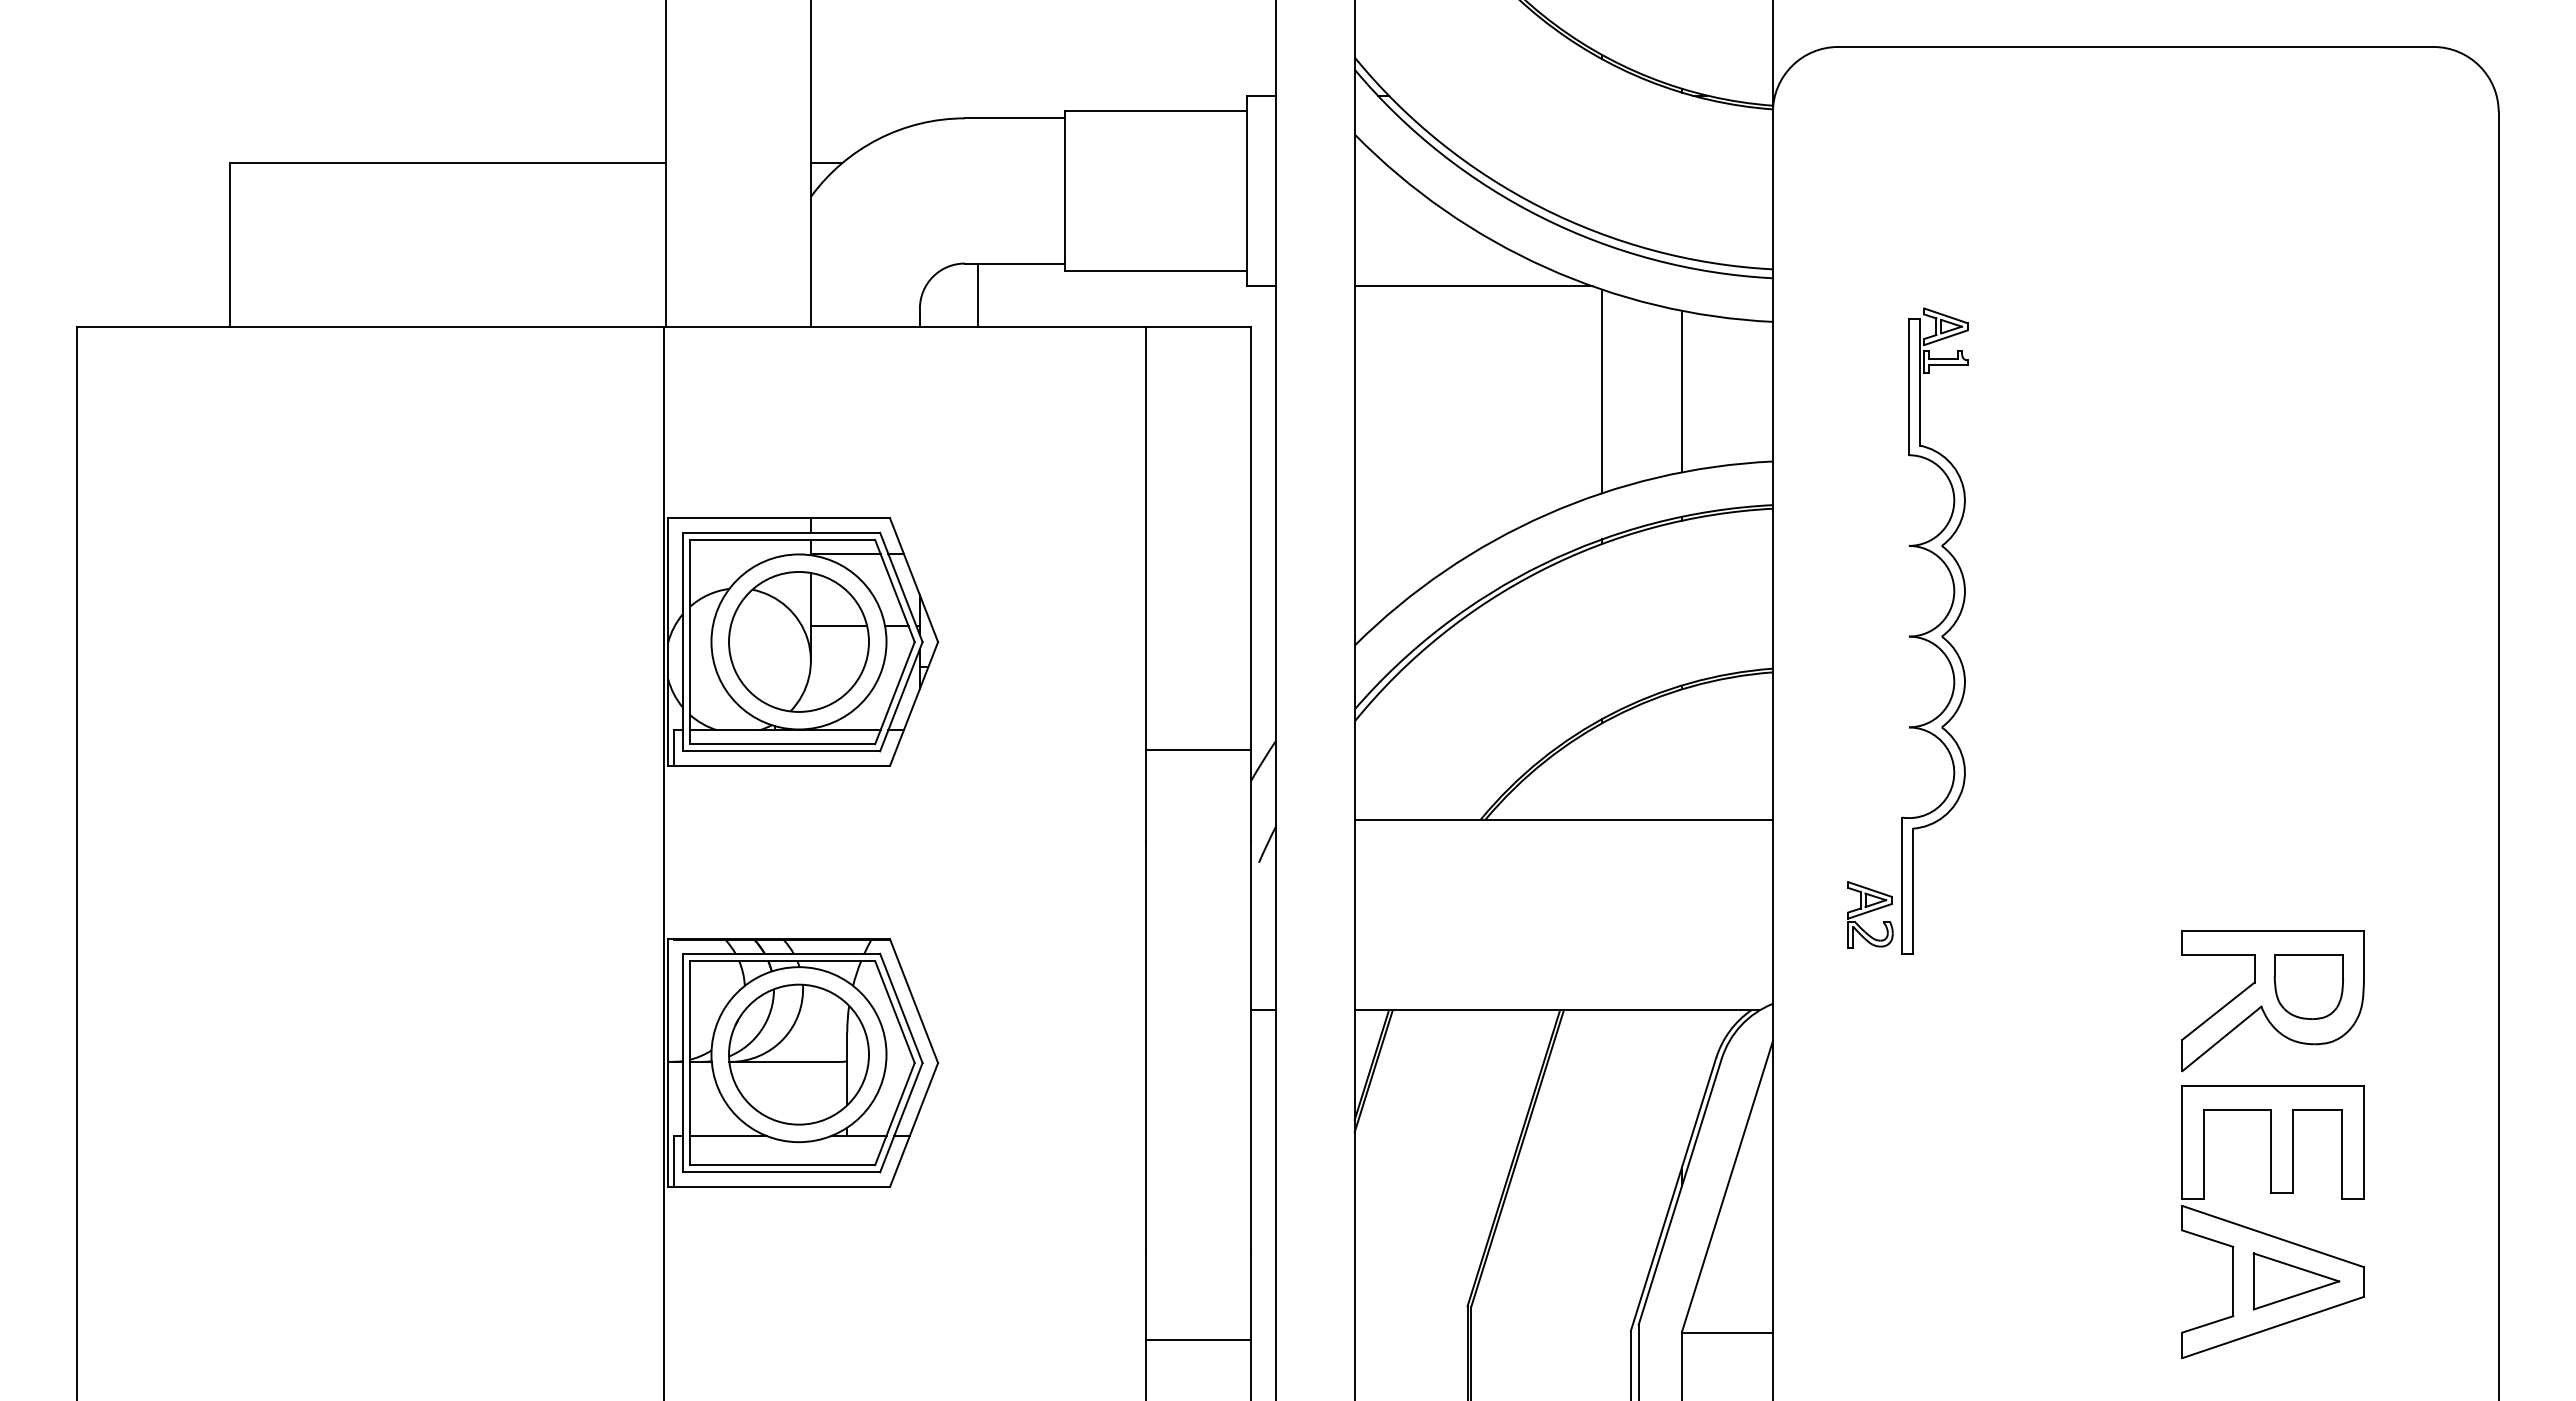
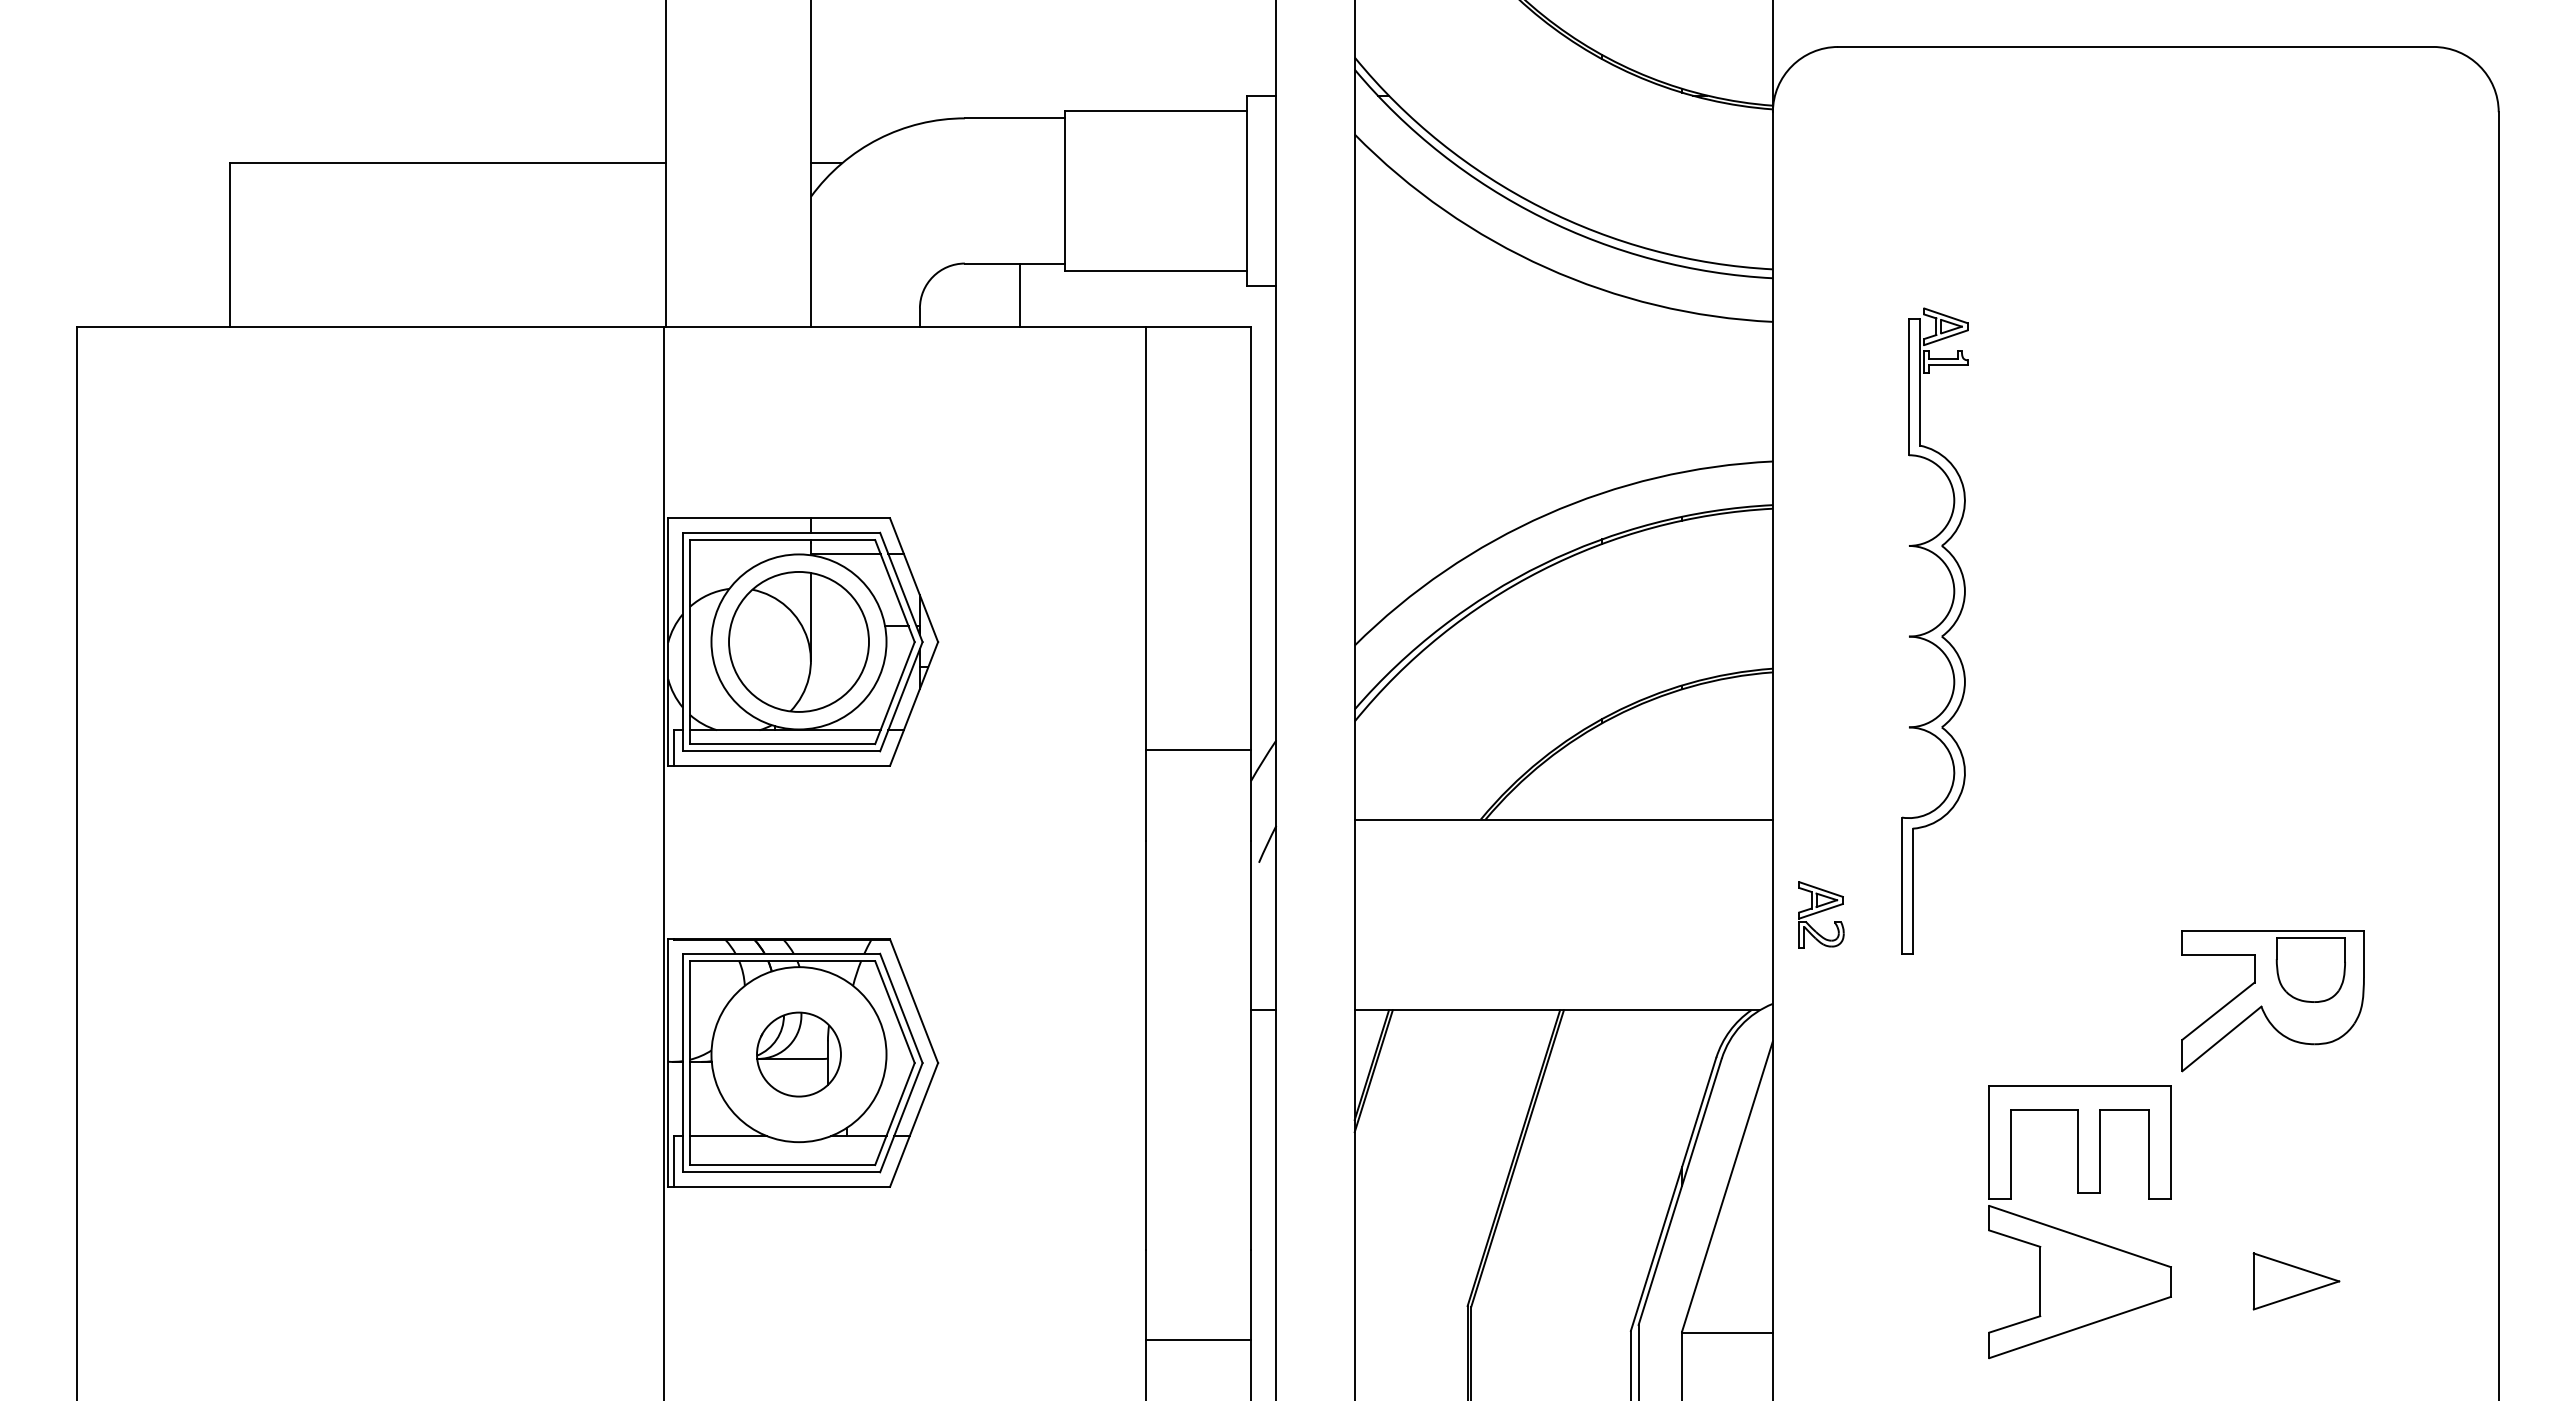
line at (1473, 286): present -> none
line at (978, 295) position: (978, 295) -> (1020, 295)
line at (1602, 391): present -> none
line at (1682, 391): present -> none
line at (838, 626): present -> none
part at (1870, 914) position: (1870, 914) -> (1821, 914)
part at (2308, 986) position: (2308, 986) -> (2310, 969)
part at (798, 1054) size: 142x143 px -> 86x87 px
part at (2267, 1233) position: (2267, 1233) -> (2074, 1233)
